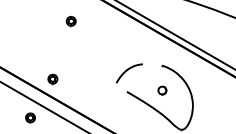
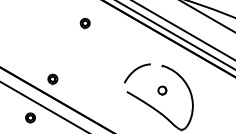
line at (207, 16): none -> present
part at (70, 21) position: (70, 21) -> (84, 23)
line at (183, 30): none -> present
curve at (127, 71) position: (127, 71) -> (135, 71)
